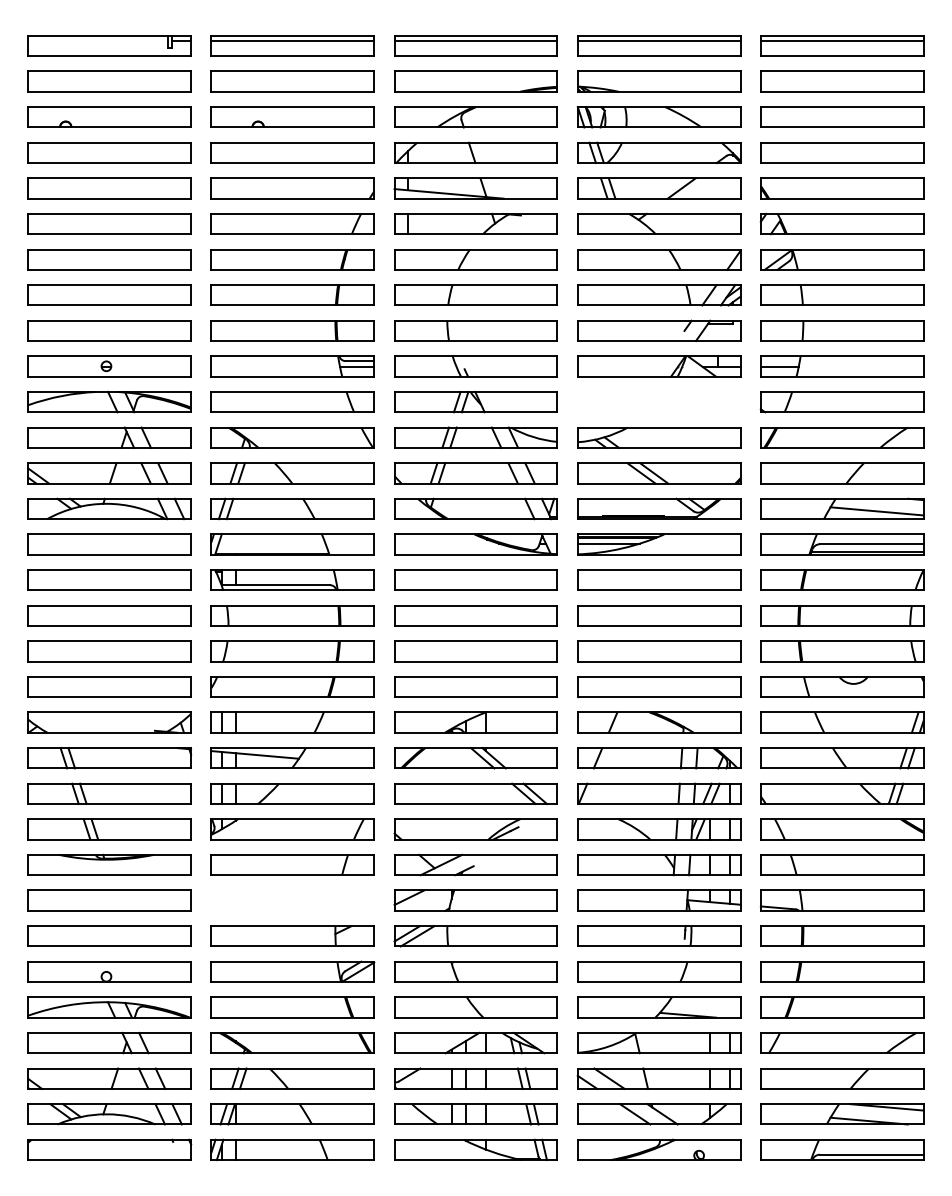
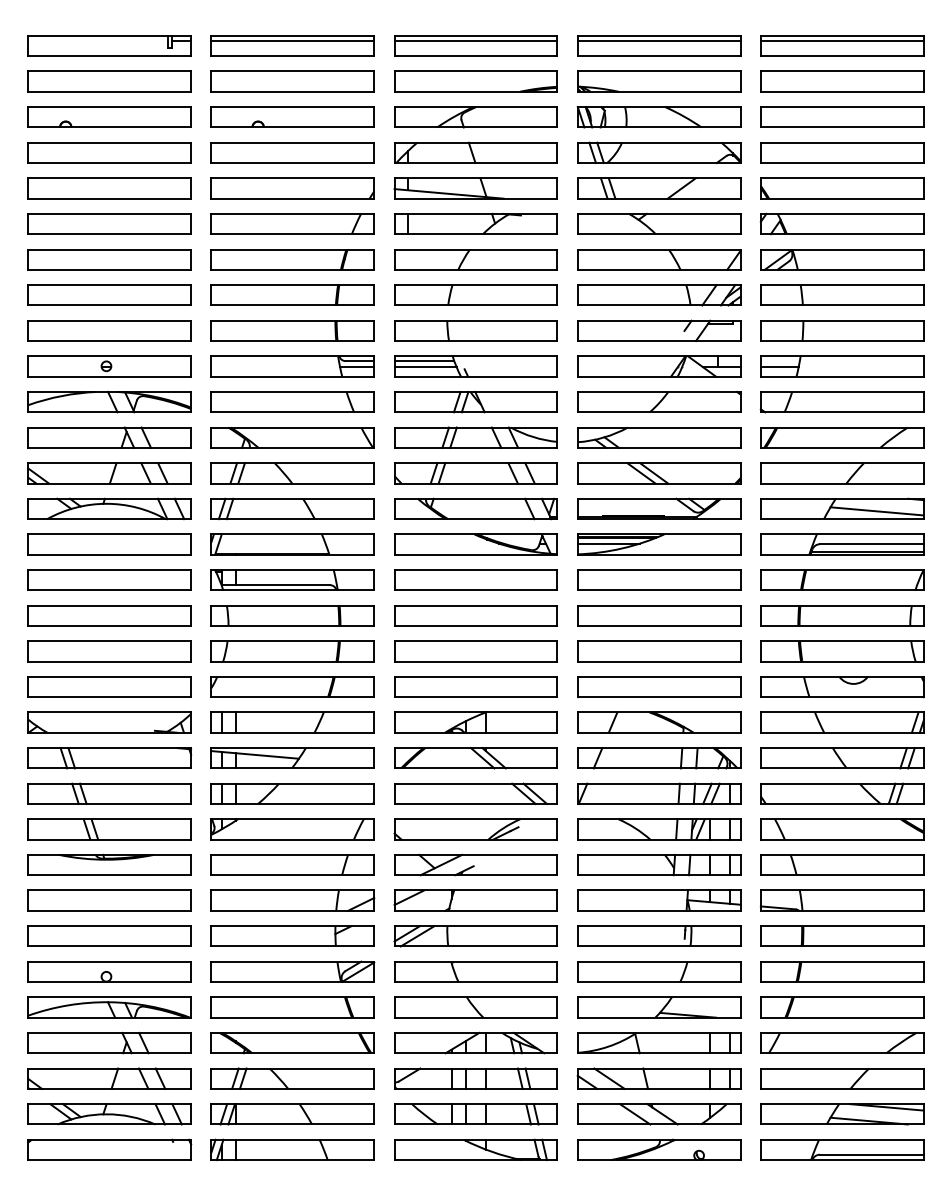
line at (424, 361): none -> present
line at (425, 366): none -> present
part at (659, 401): none -> present
part at (292, 900): none -> present
